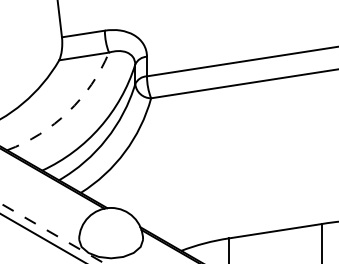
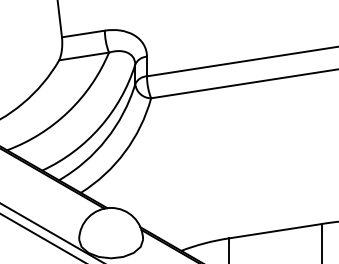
arc at (68, 112): dashed -> solid
line at (53, 233): dashed -> solid
